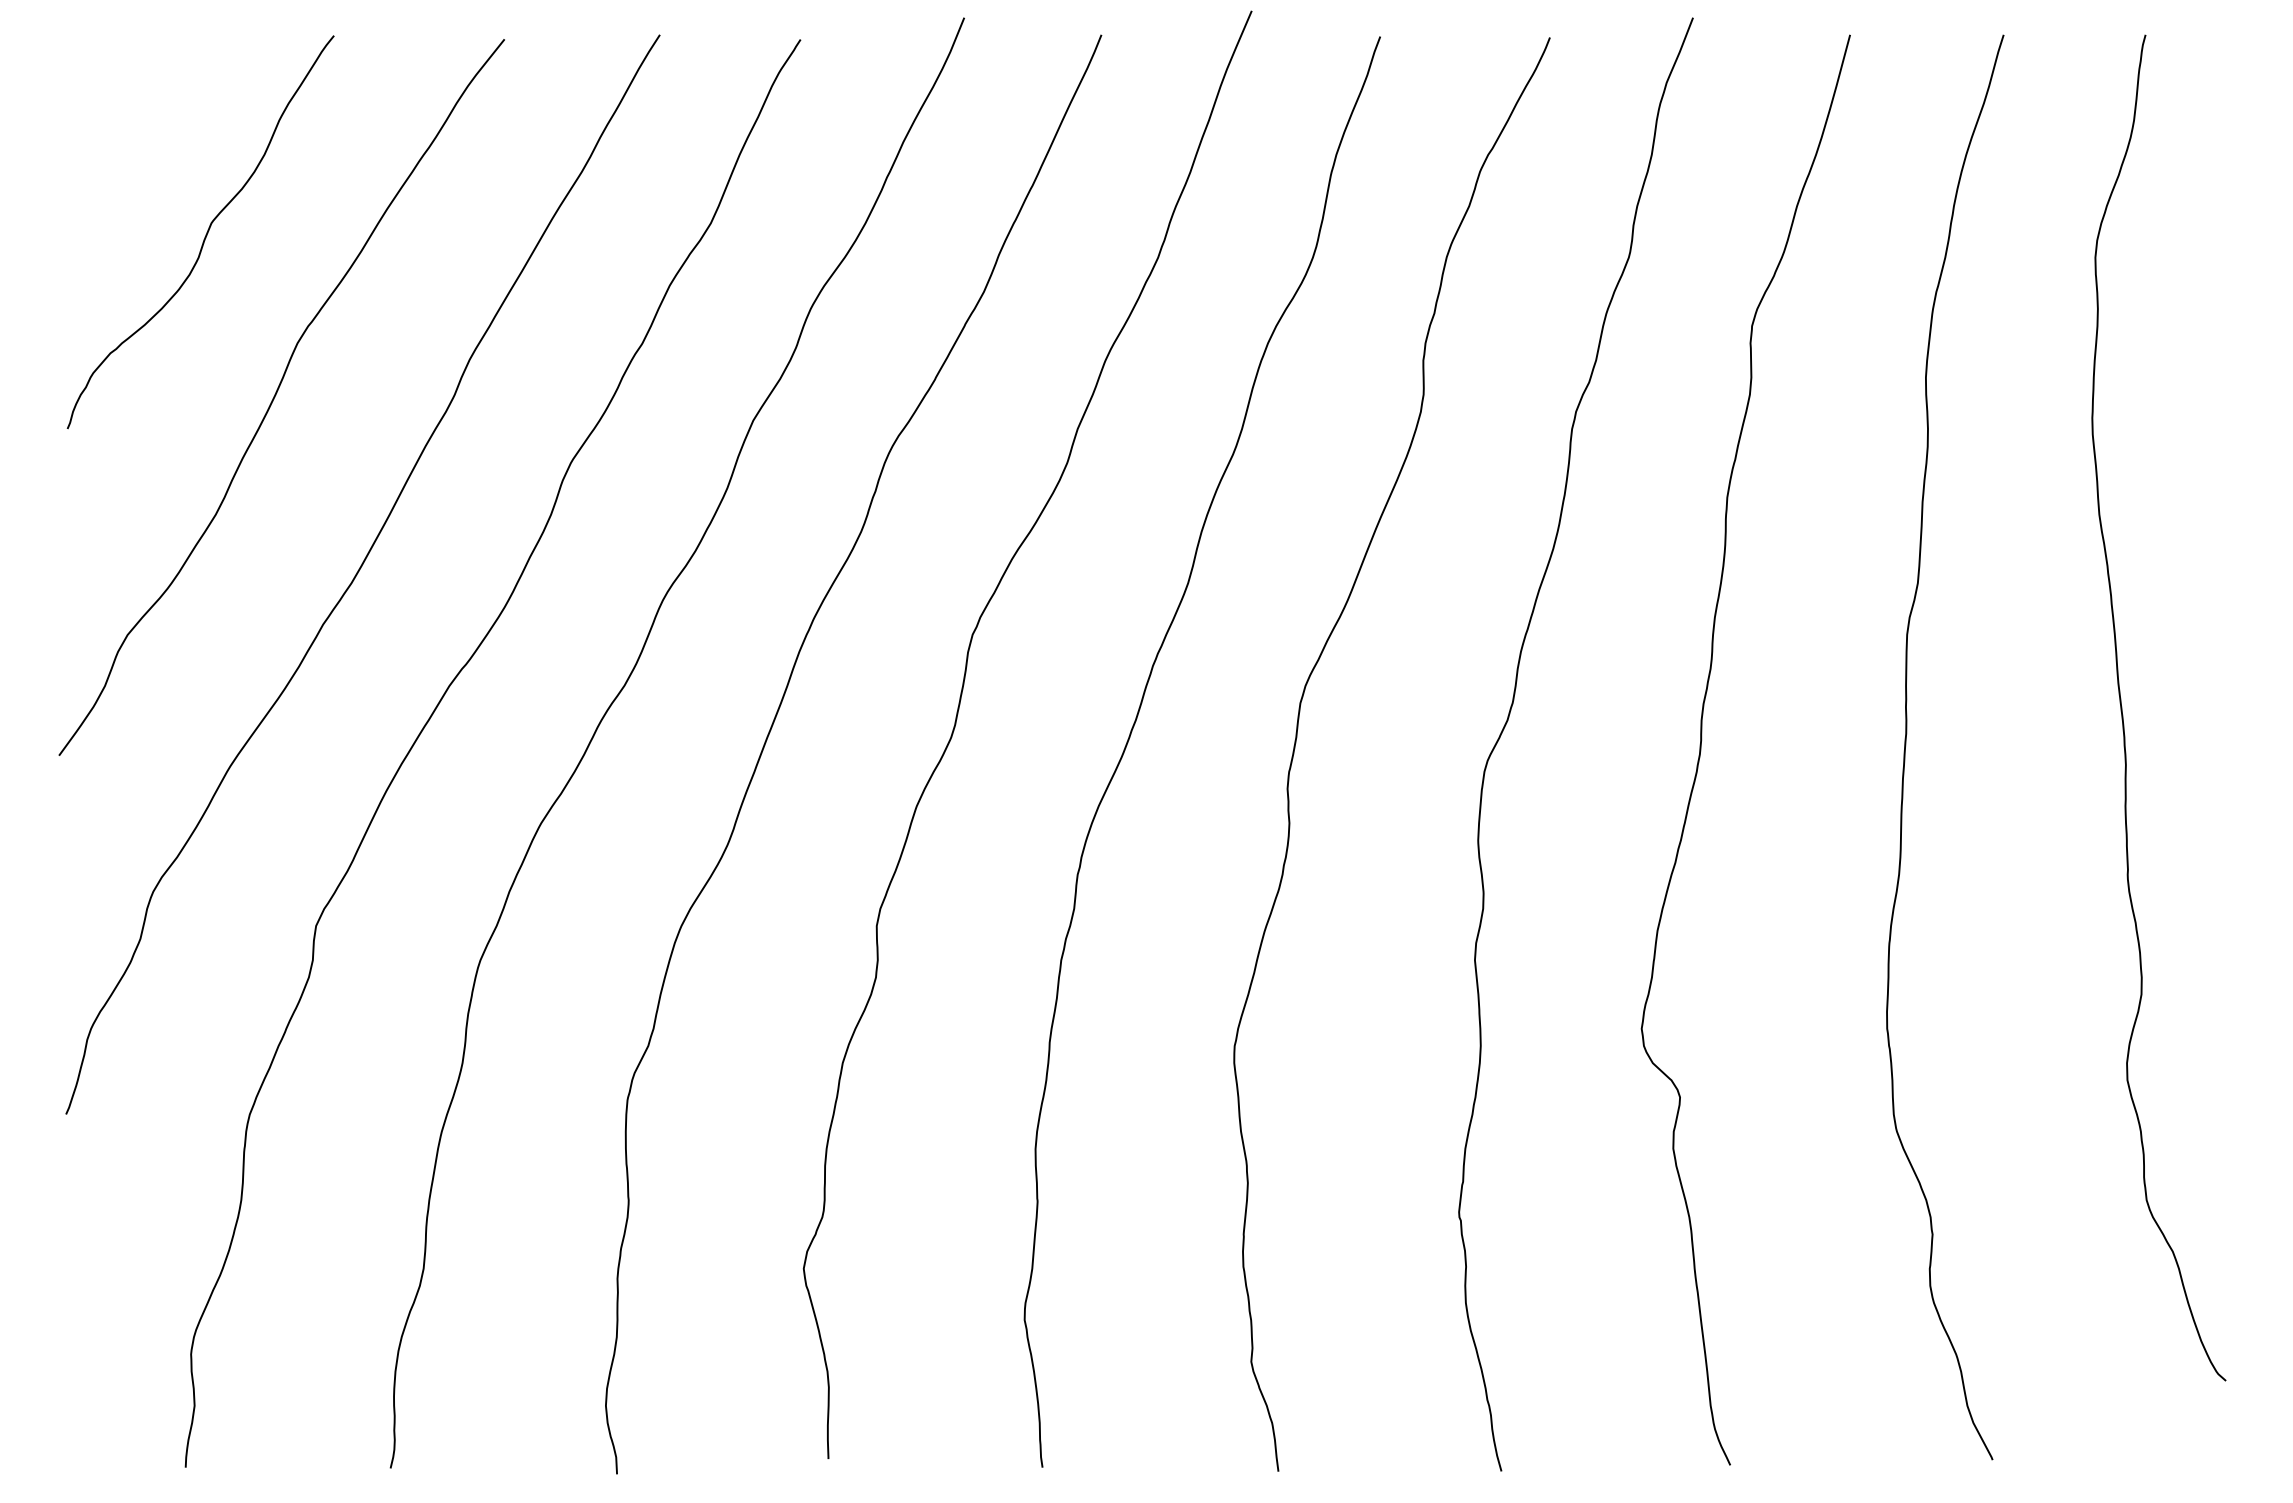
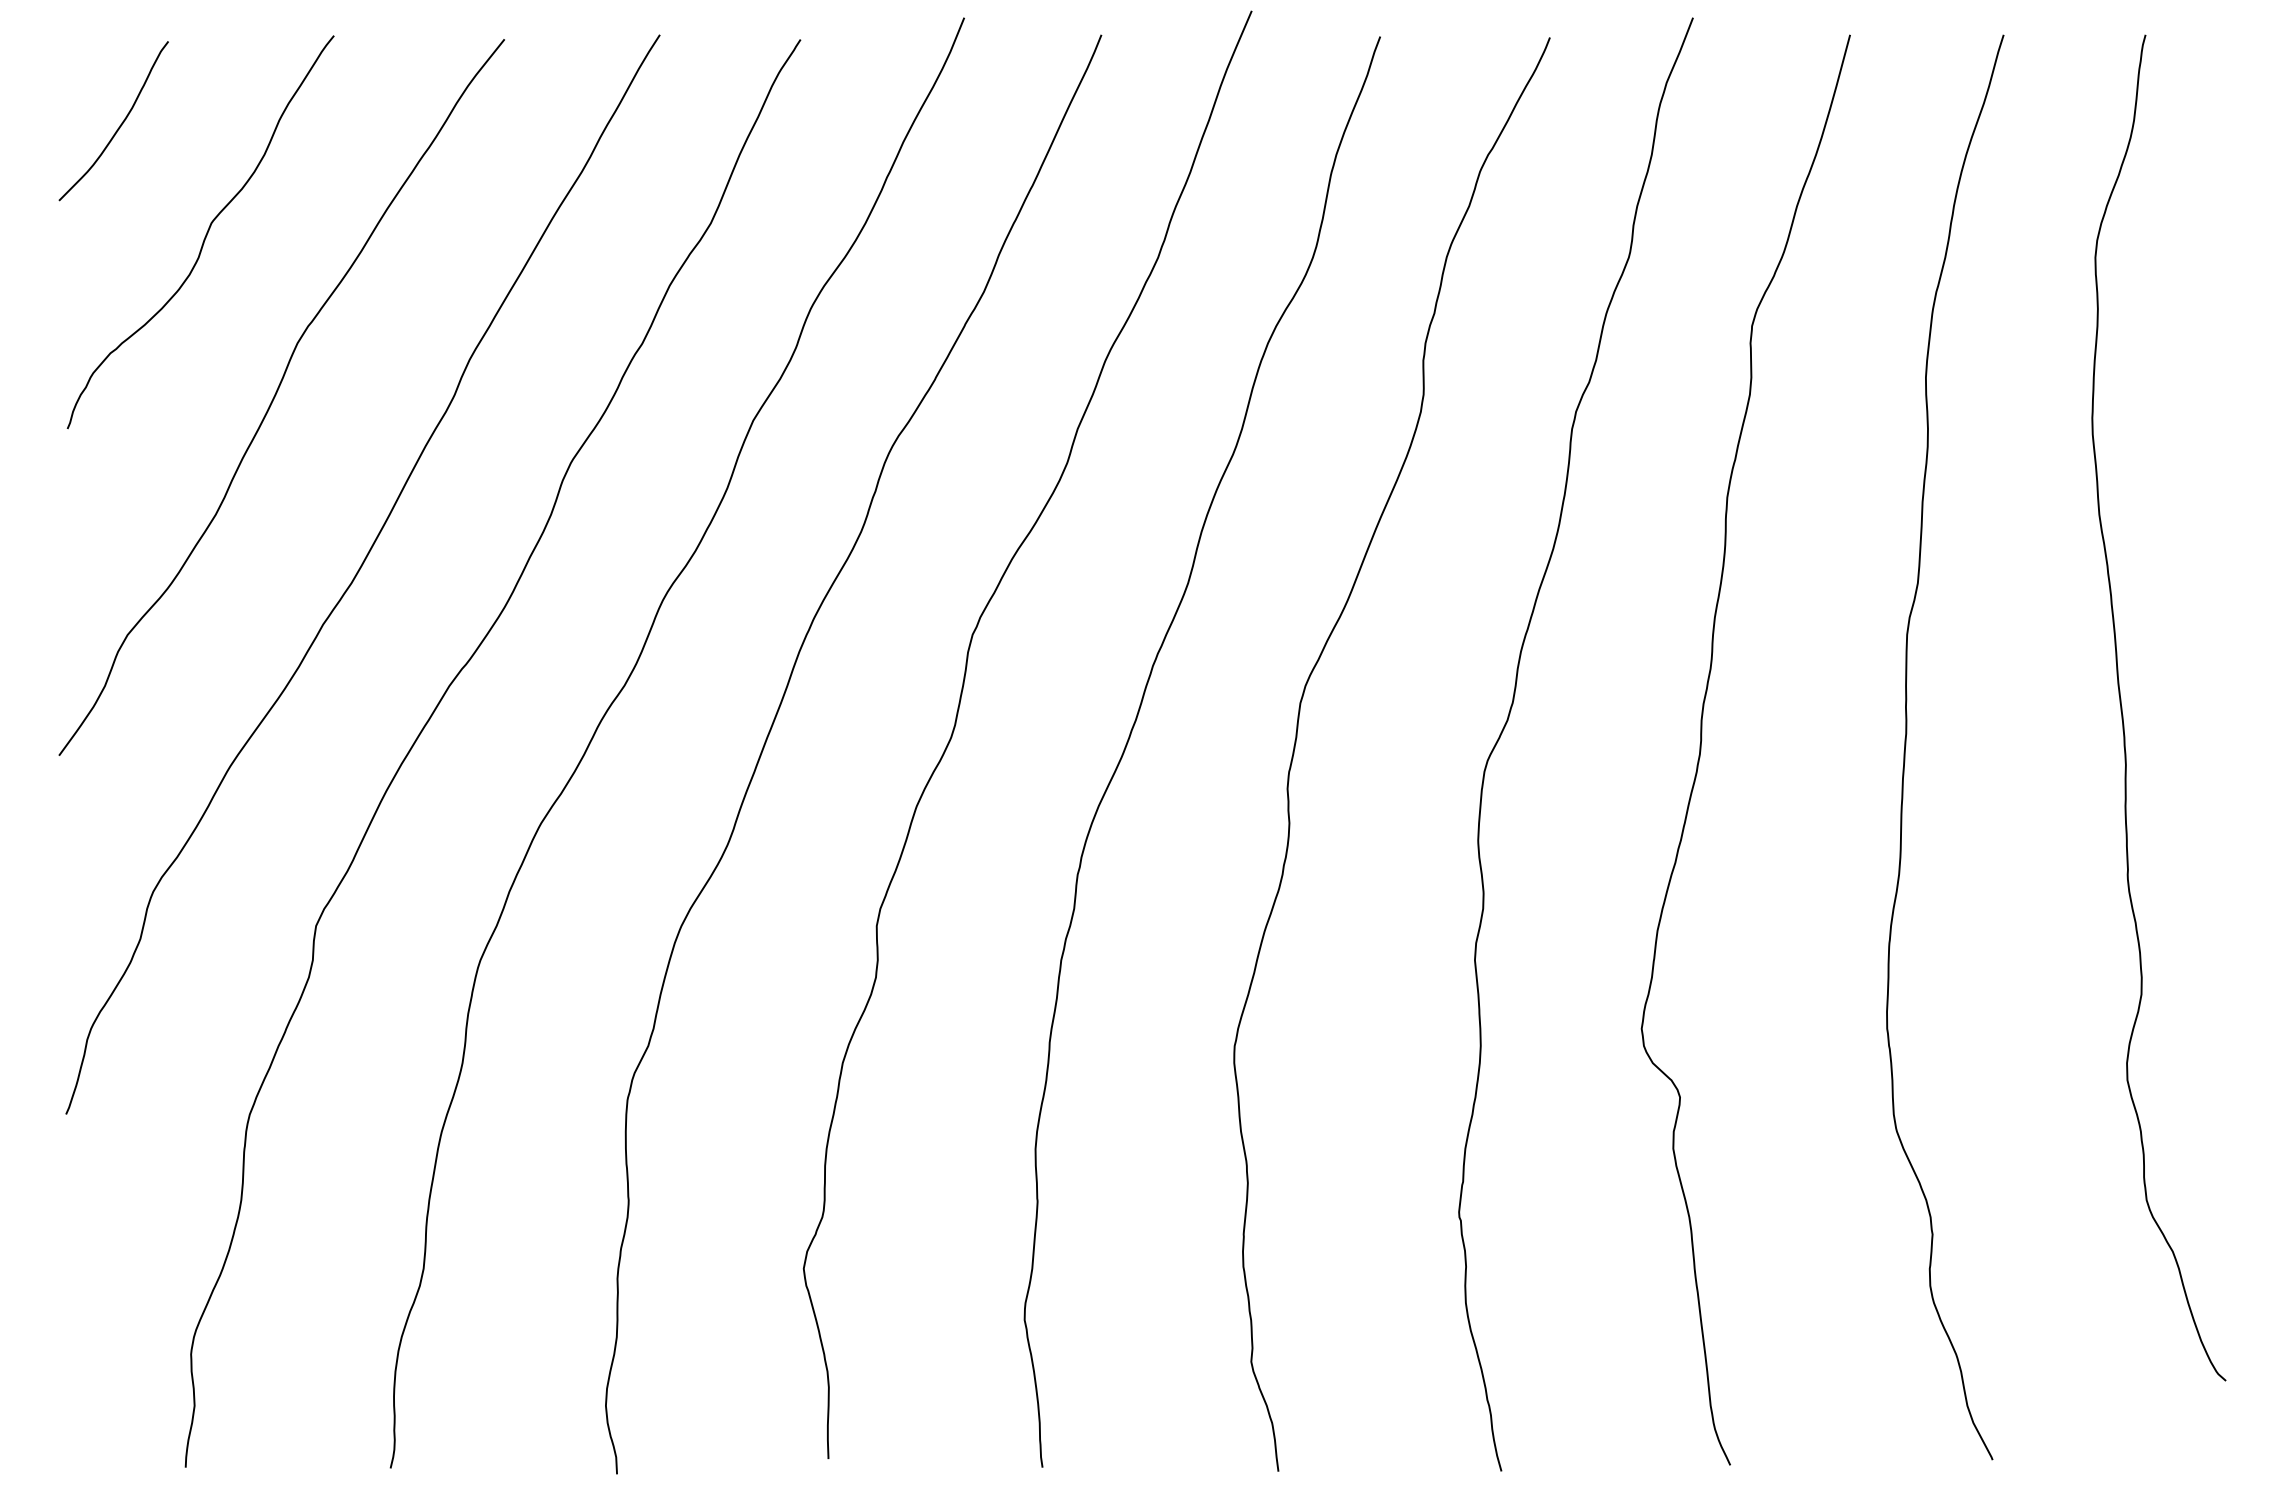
curve at (119, 125): none -> present
